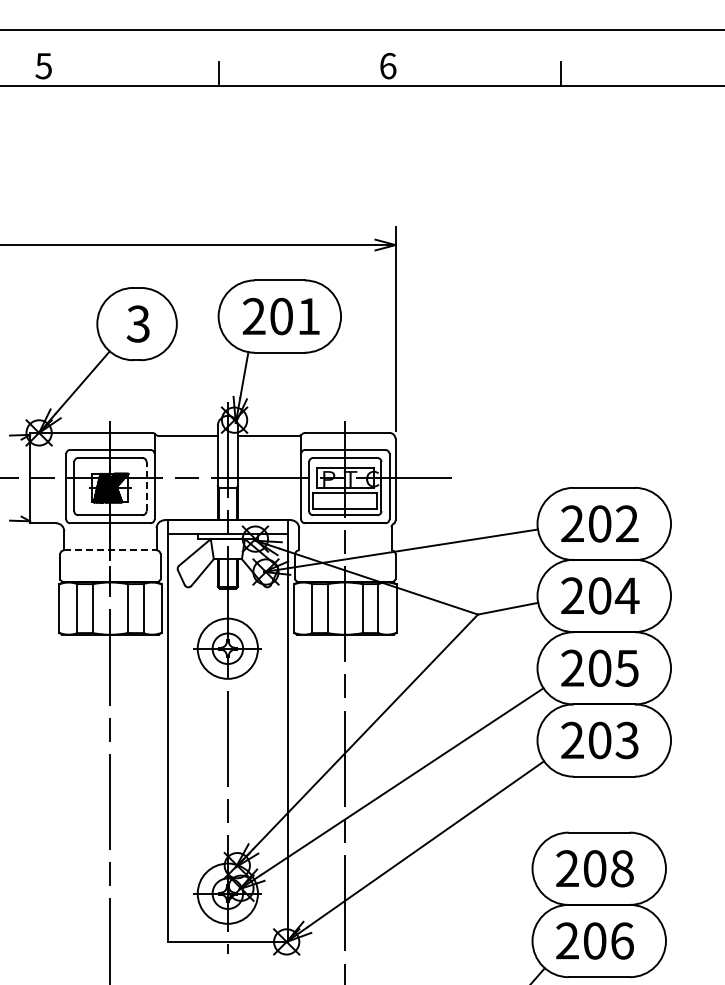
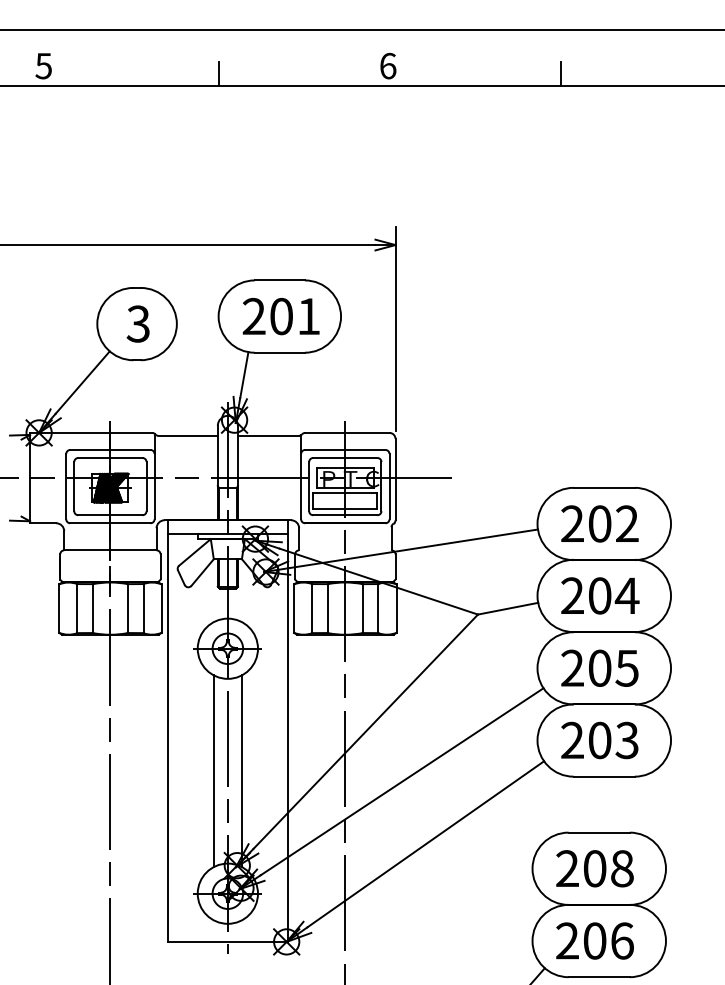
line at (146, 486): dashed -> solid
line at (110, 550): dashed -> solid
line at (213, 771): none -> present
line at (241, 771): none -> present
